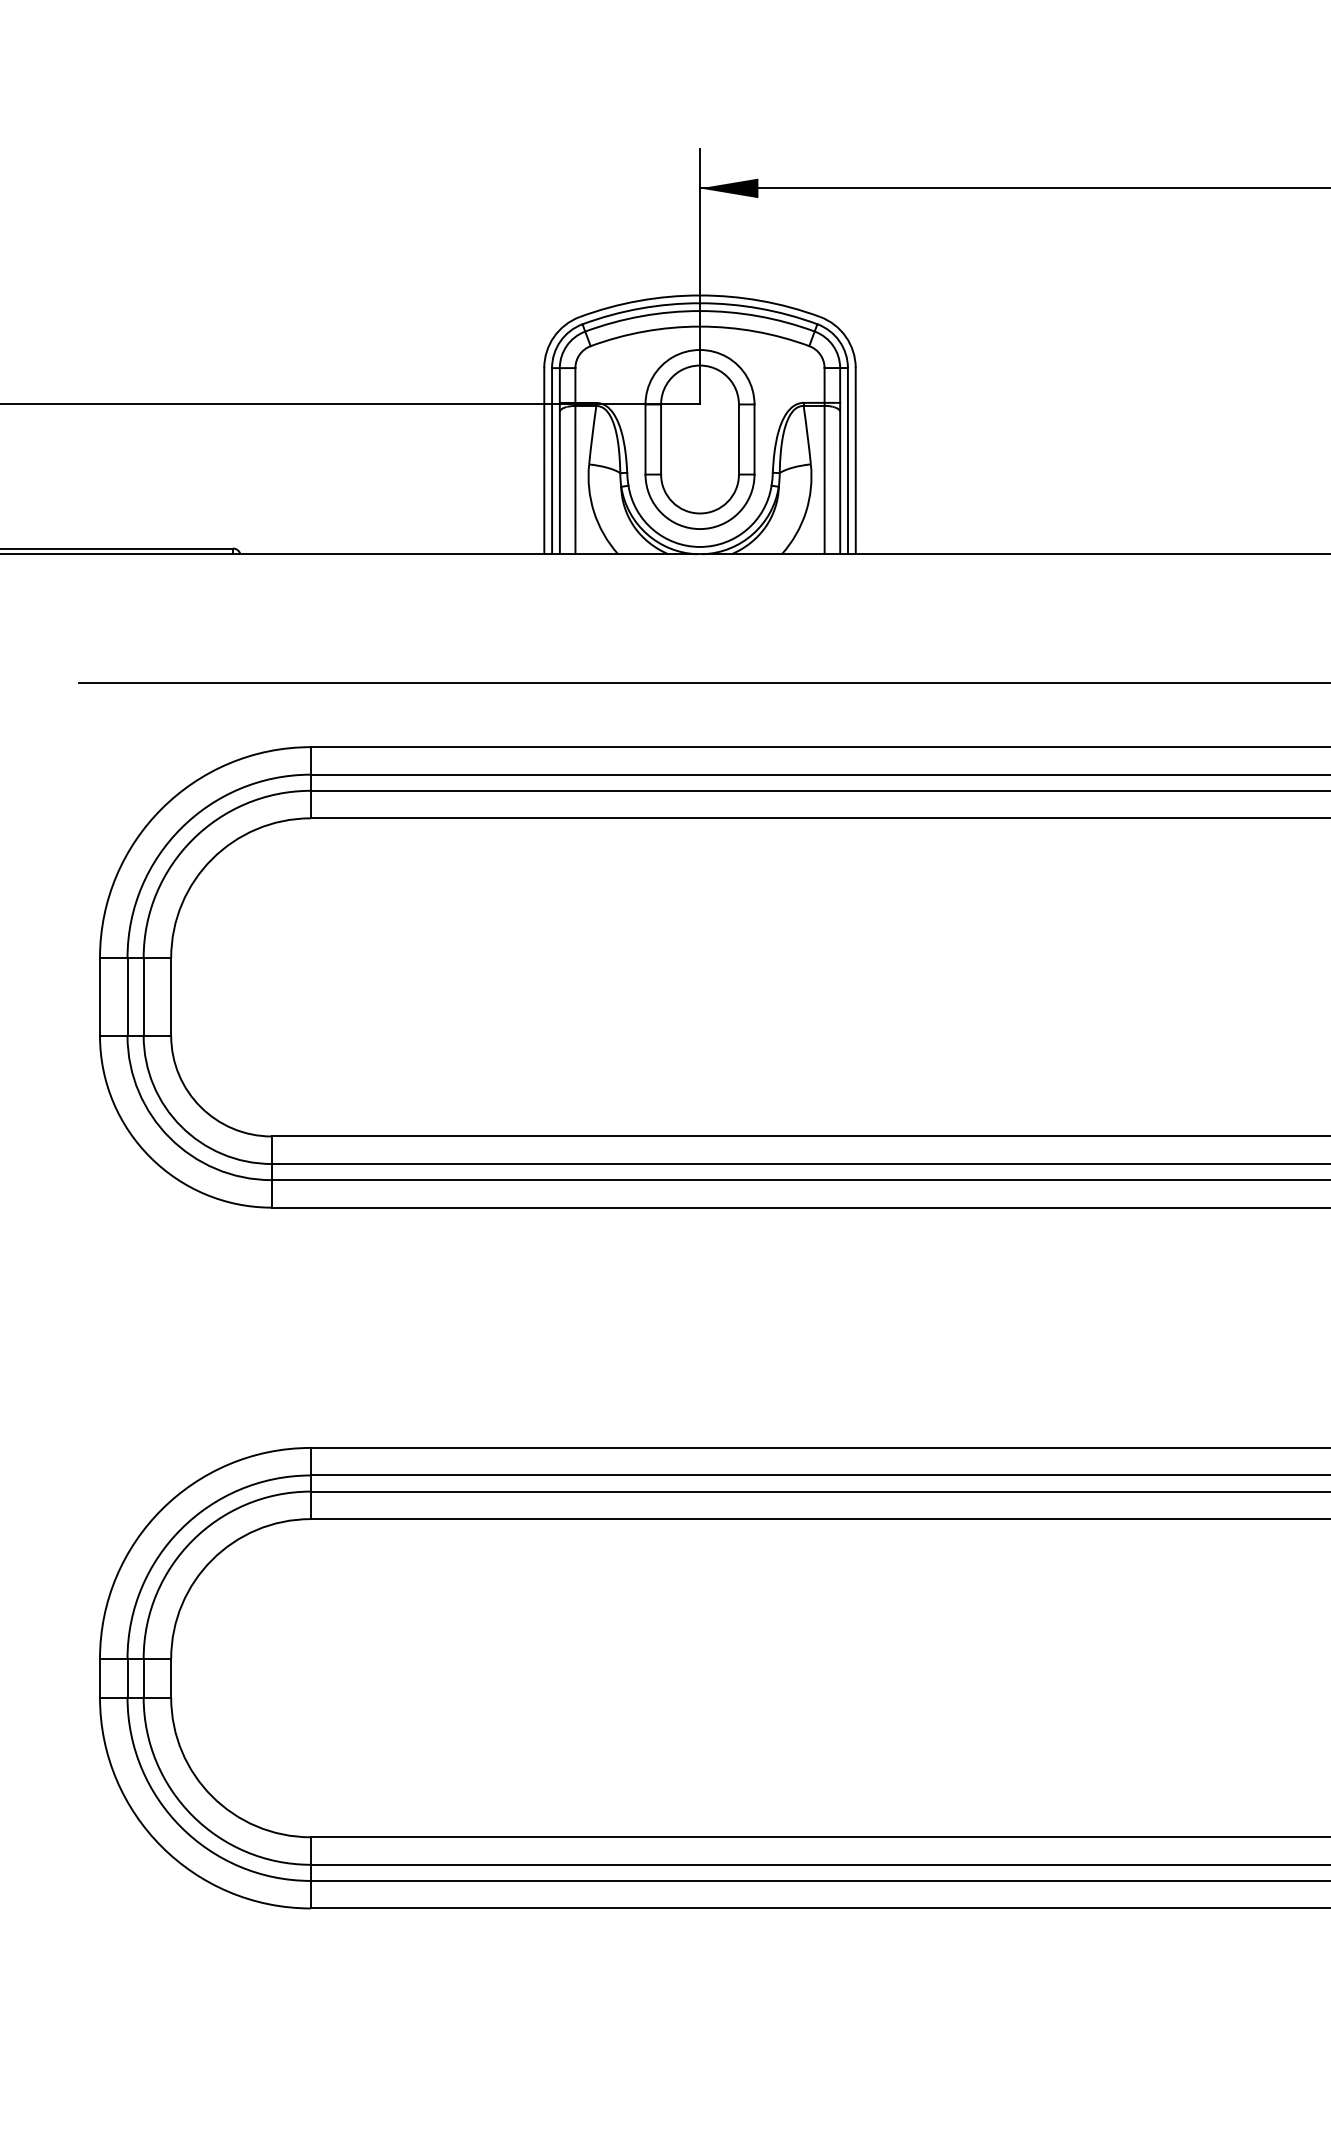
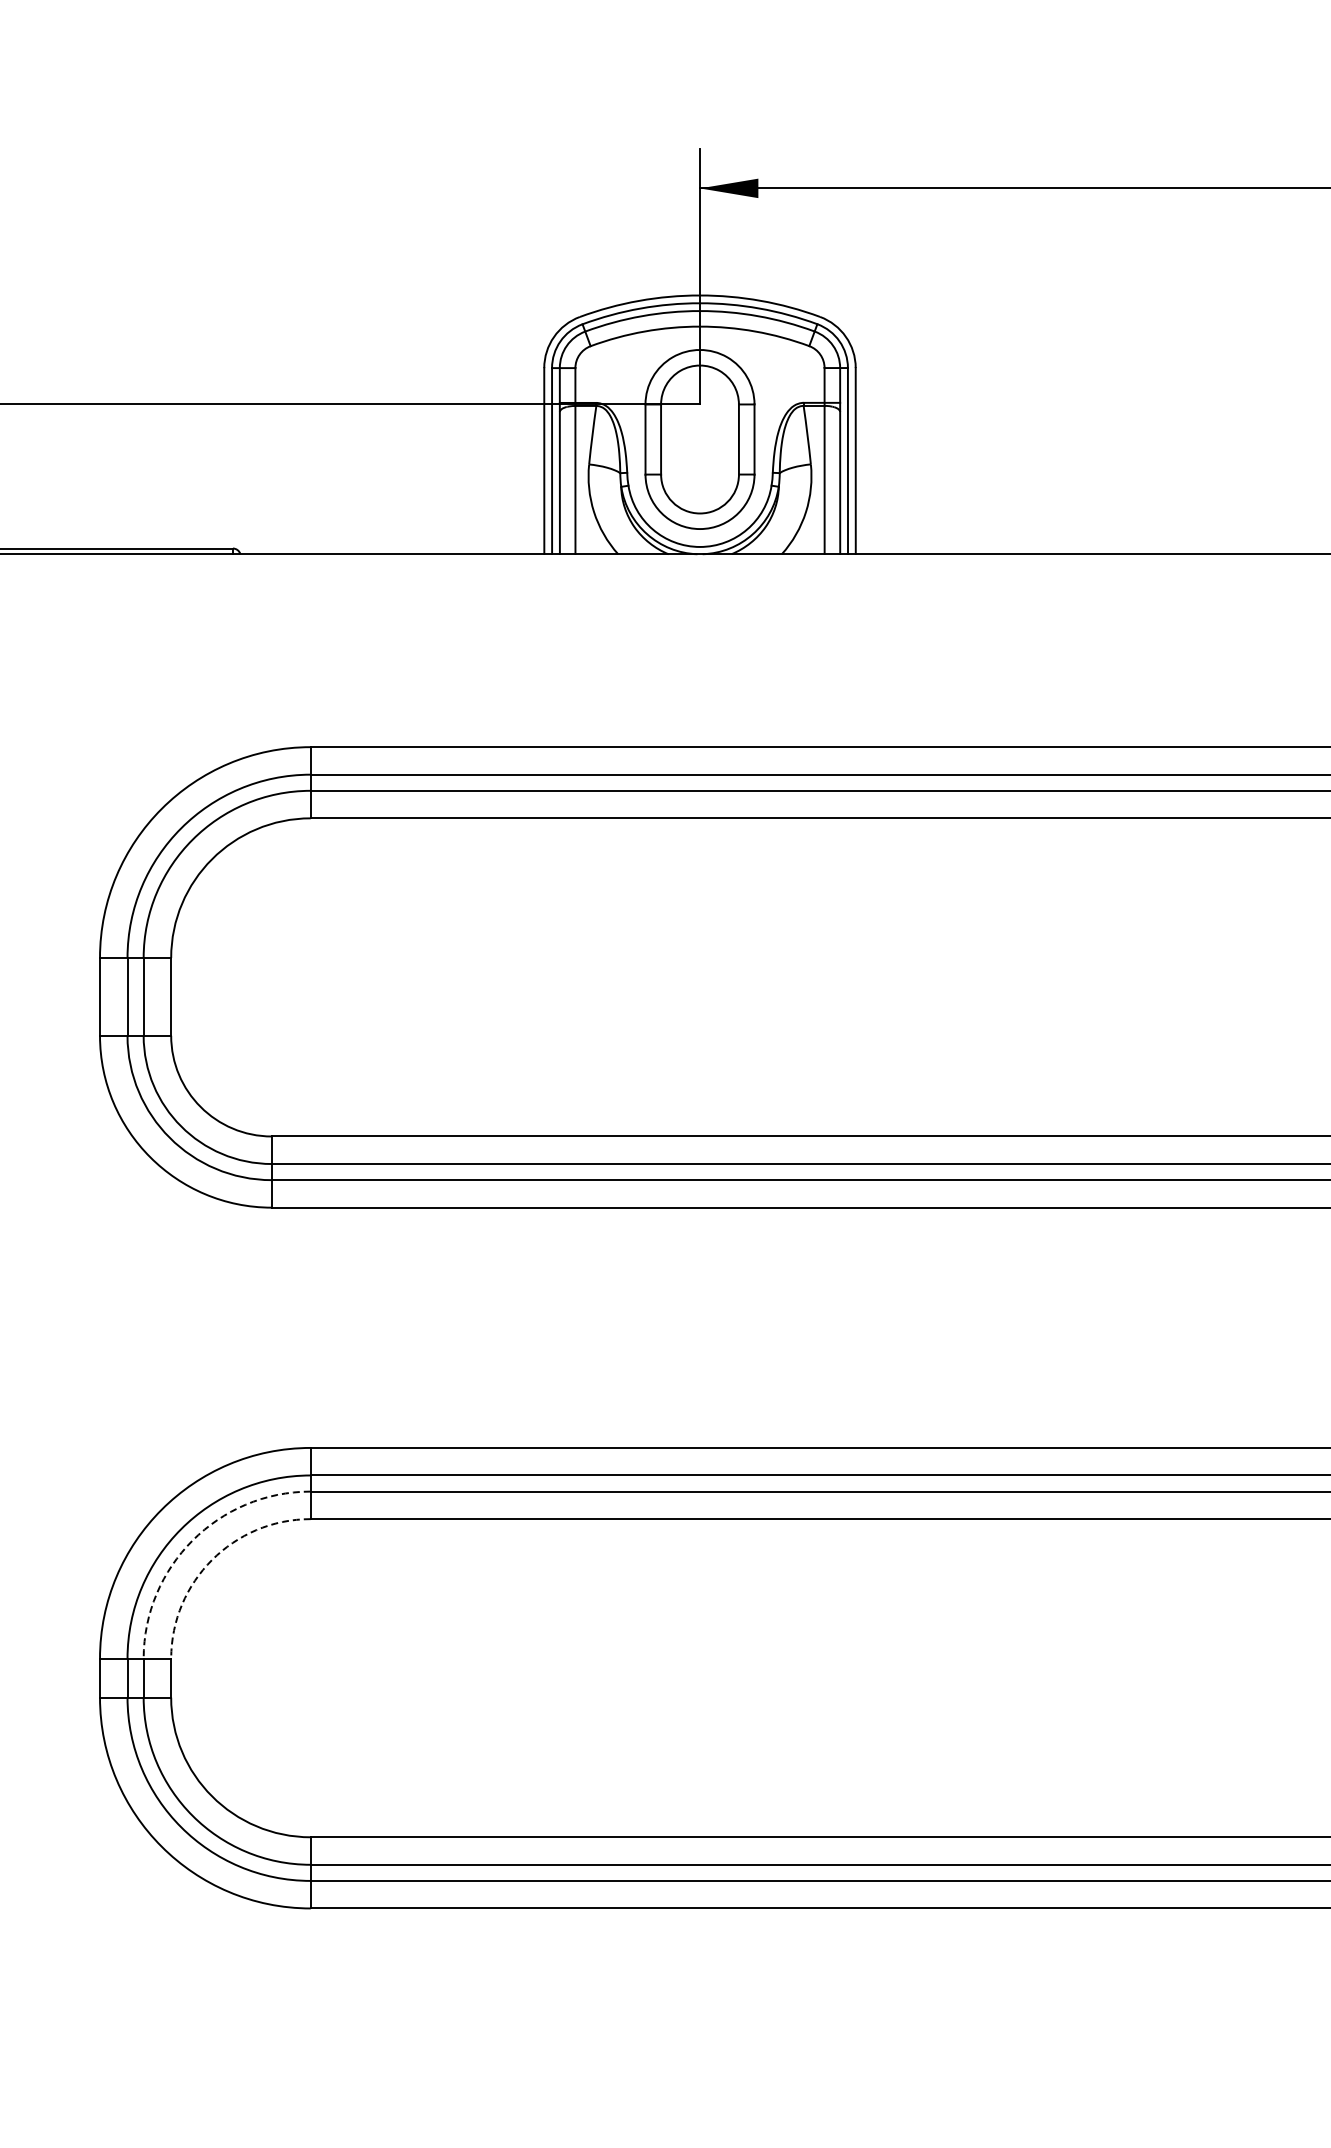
line at (703, 682): present -> none
arc at (192, 1540): solid -> dashed
arc at (212, 1560): solid -> dashed
